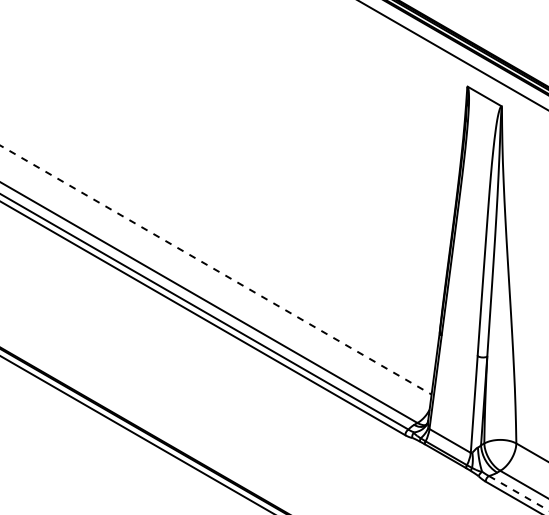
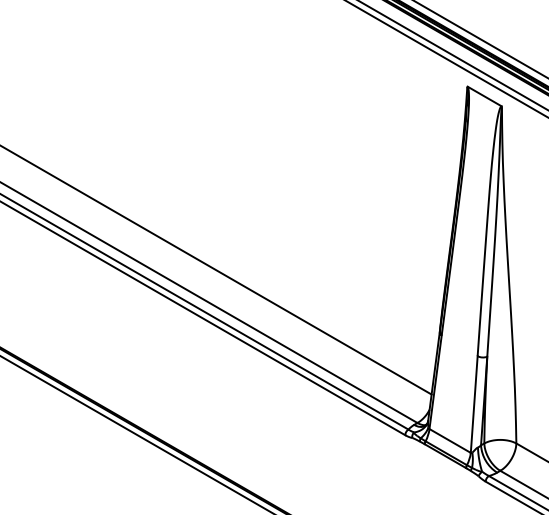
line at (480, 39): none -> present
line at (446, 59): none -> present
line at (216, 270): dashed -> solid
line at (519, 493): dashed -> solid
